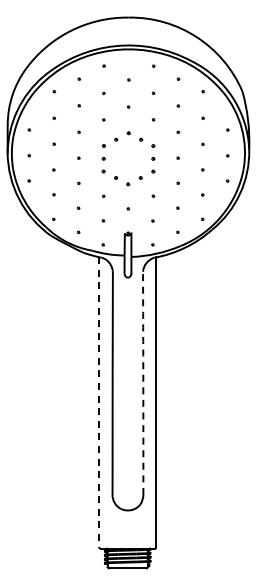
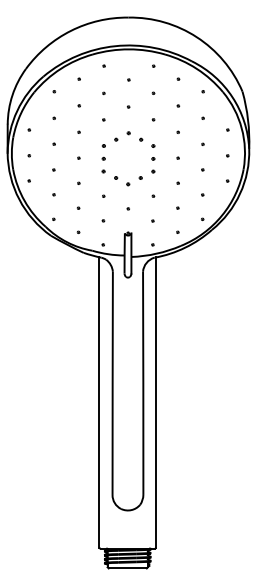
arc at (143, 383): dashed -> solid
line at (99, 402): dashed -> solid
